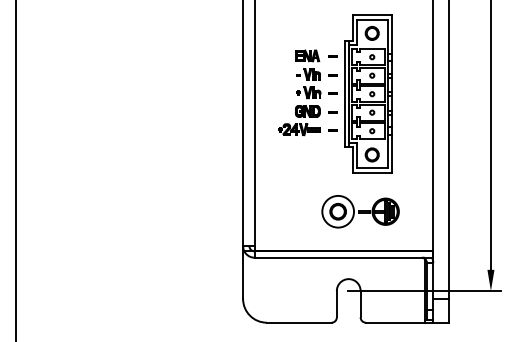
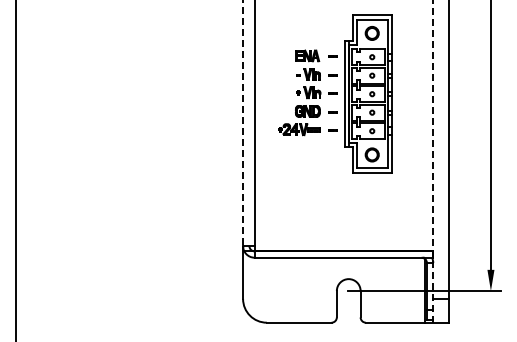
line at (243, 123): solid -> dashed
line at (433, 160): solid -> dashed
part at (360, 211): present -> none
